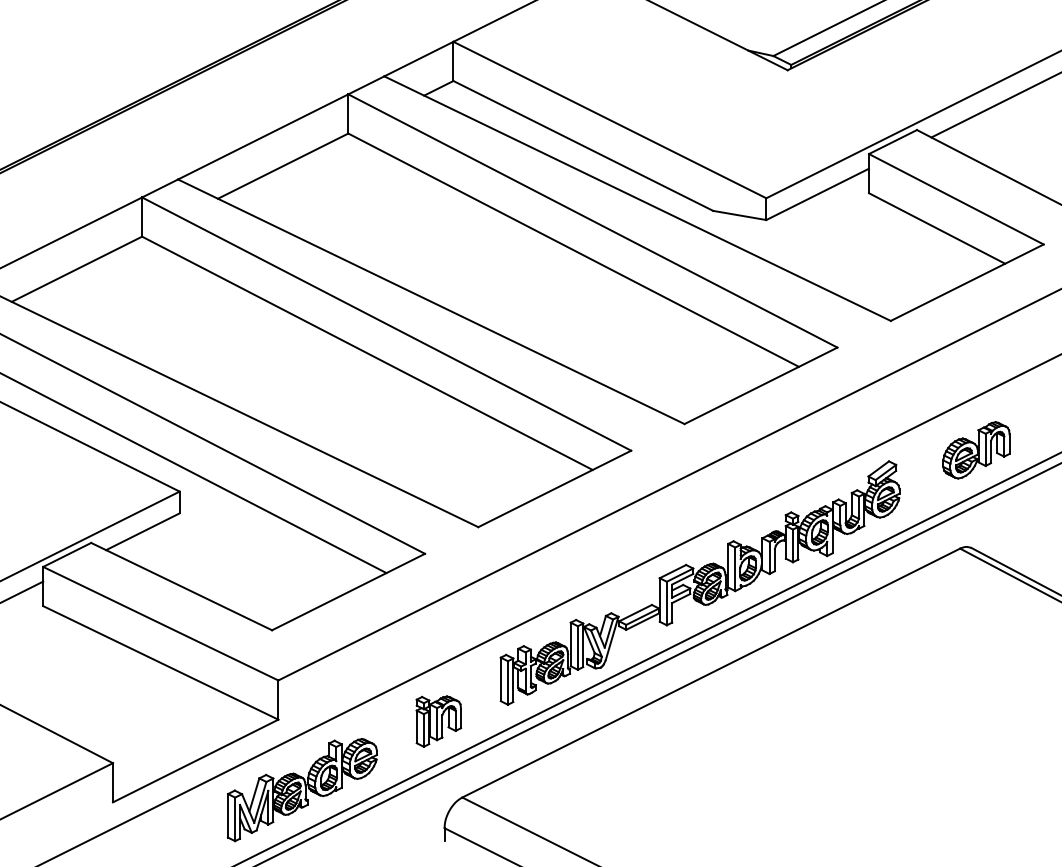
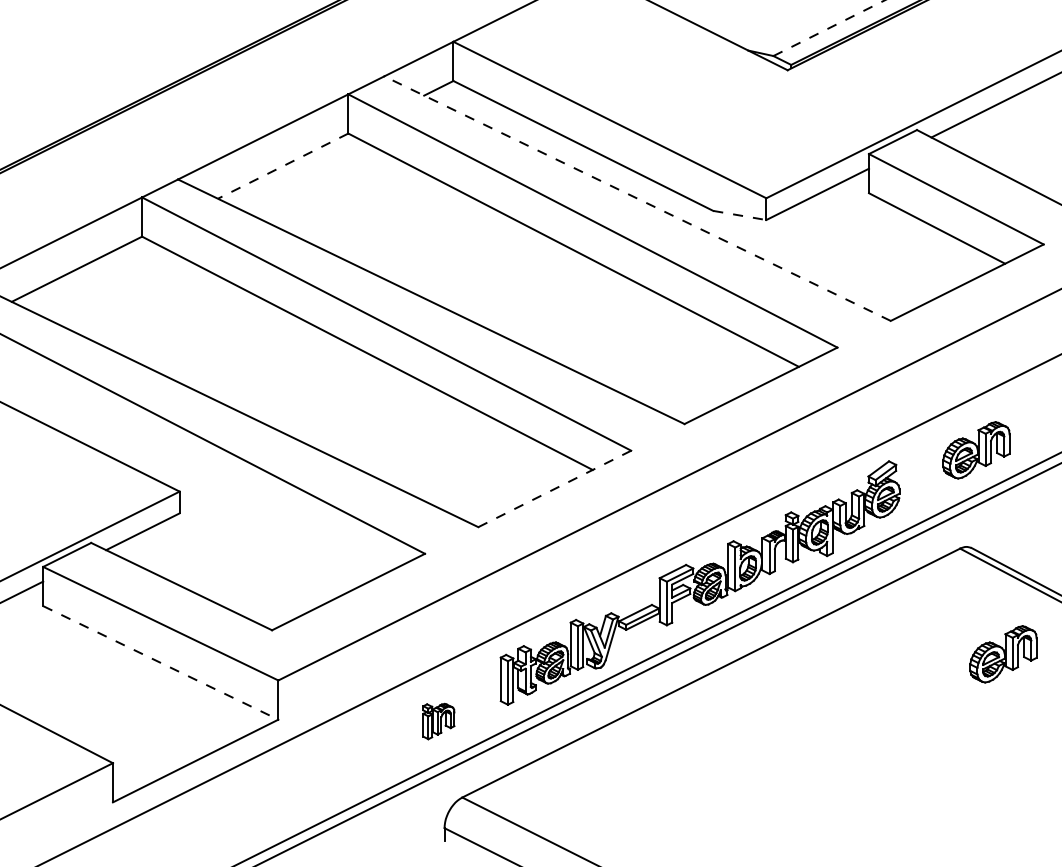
line at (829, 27): solid -> dashed
line at (283, 166): solid -> dashed
line at (637, 198): solid -> dashed
line at (739, 215): solid -> dashed
line at (194, 473): present -> none
line at (555, 488): solid -> dashed
part at (1003, 654): none -> present
line at (160, 662): solid -> dashed
part at (438, 721) size: 48x53 px -> 34x39 px
part at (302, 790): present -> none
